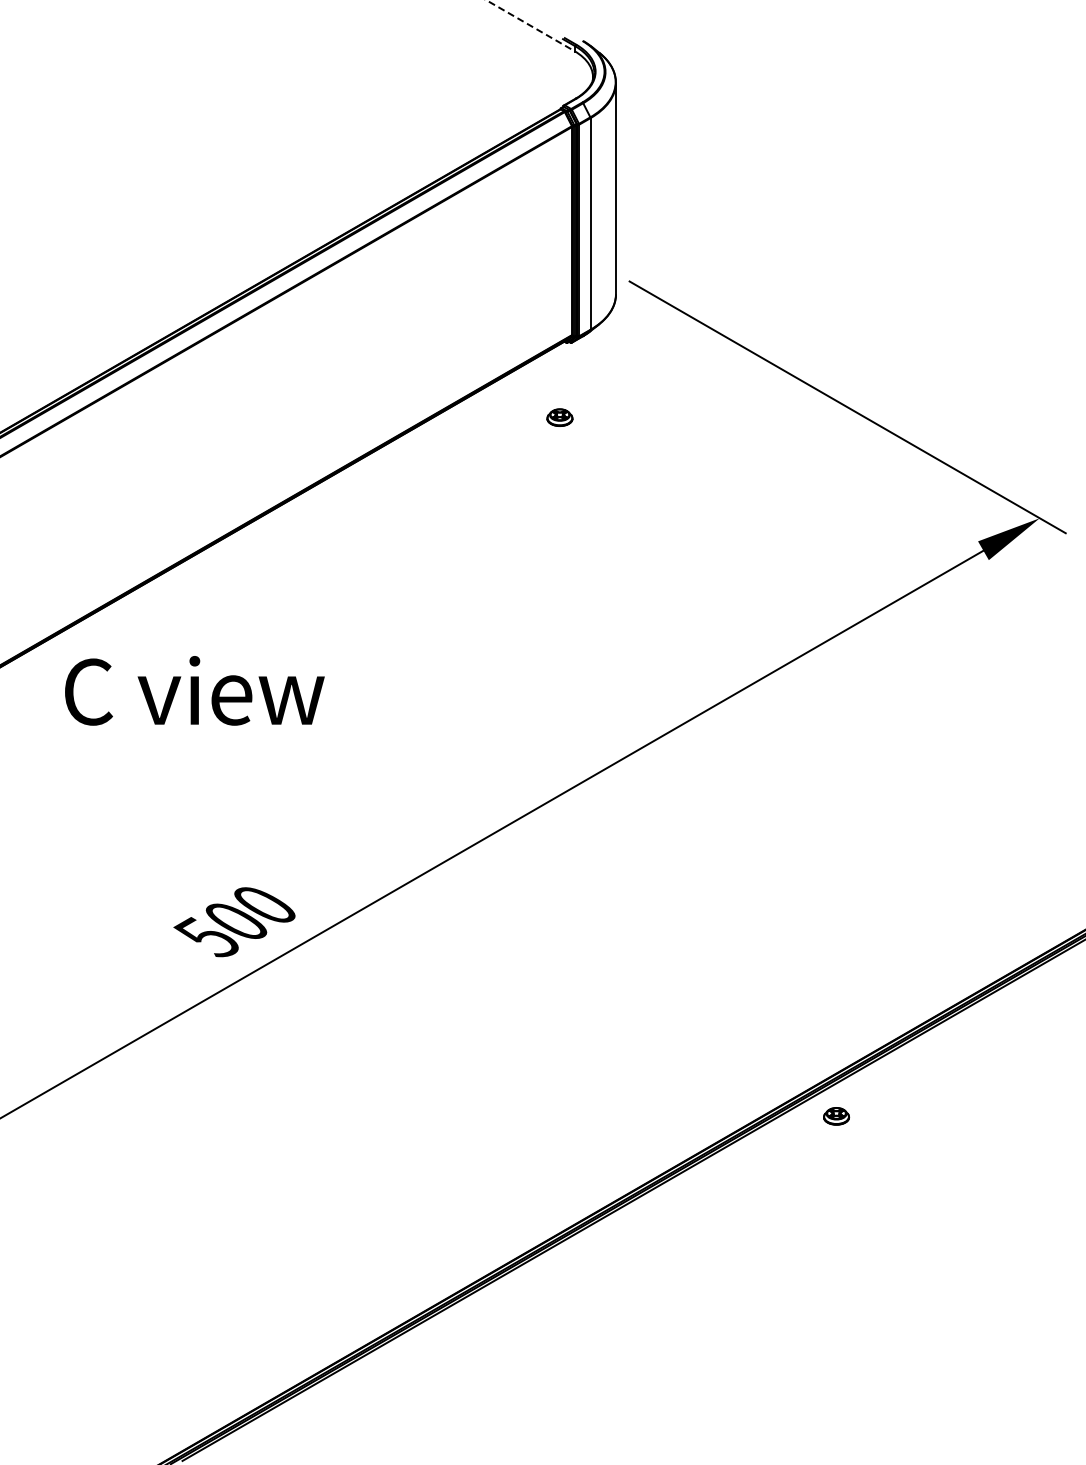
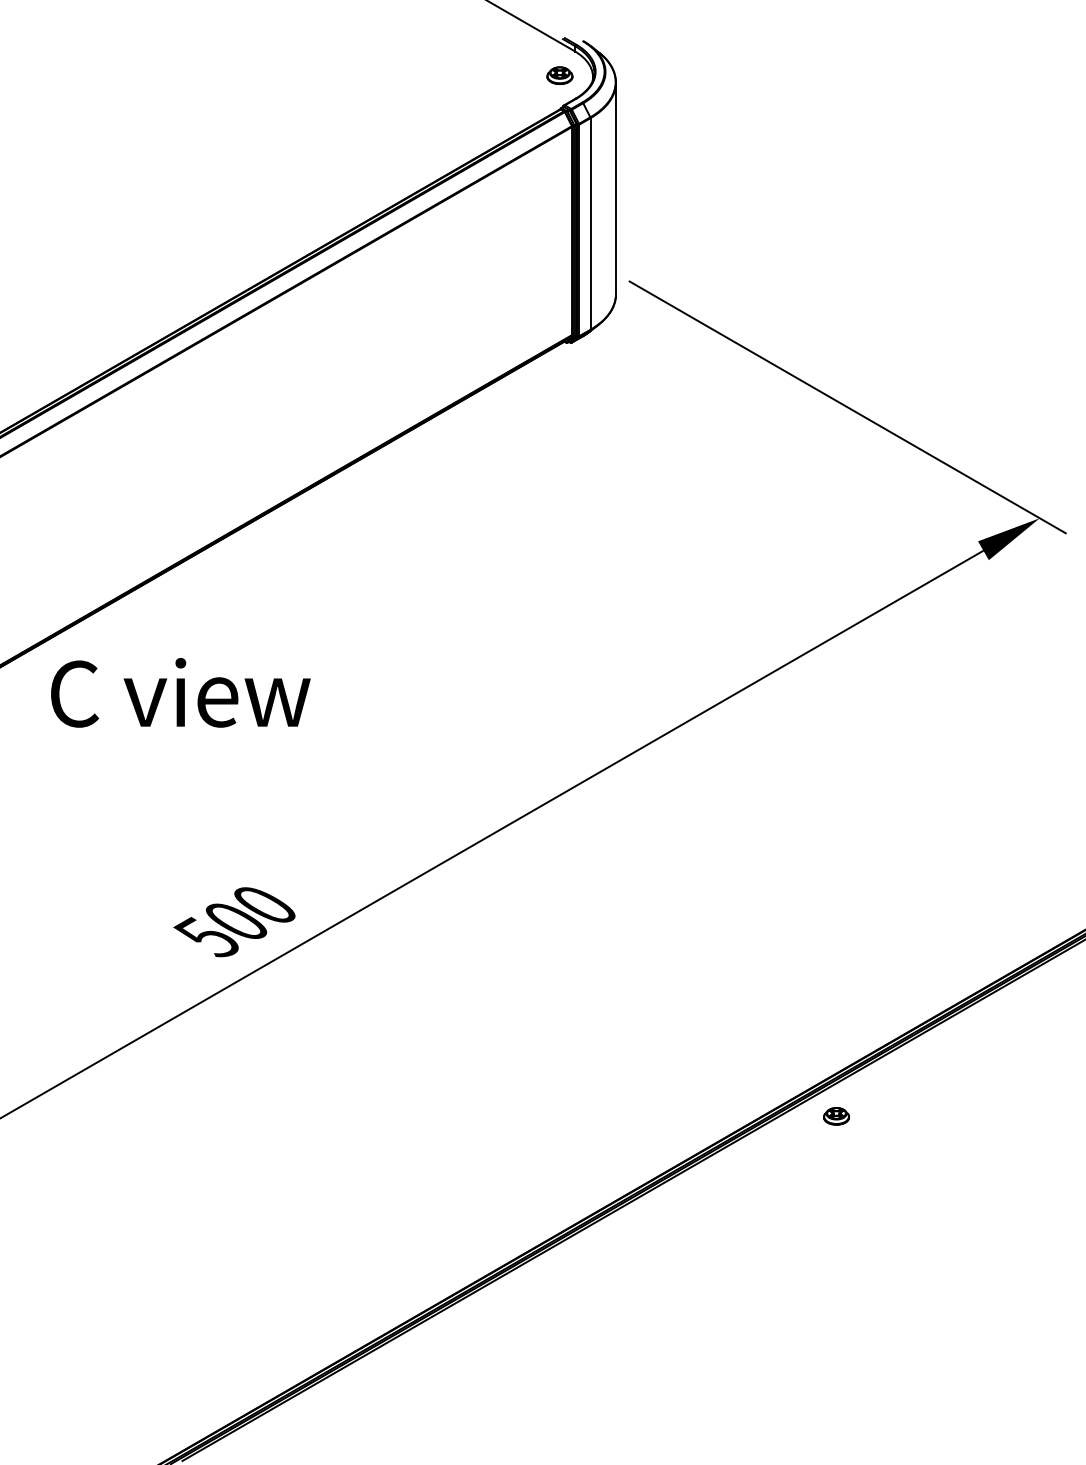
line at (530, 25): dashed -> solid
part at (559, 417) position: (559, 417) -> (559, 75)
text at (194, 690) position: (194, 690) -> (180, 692)
